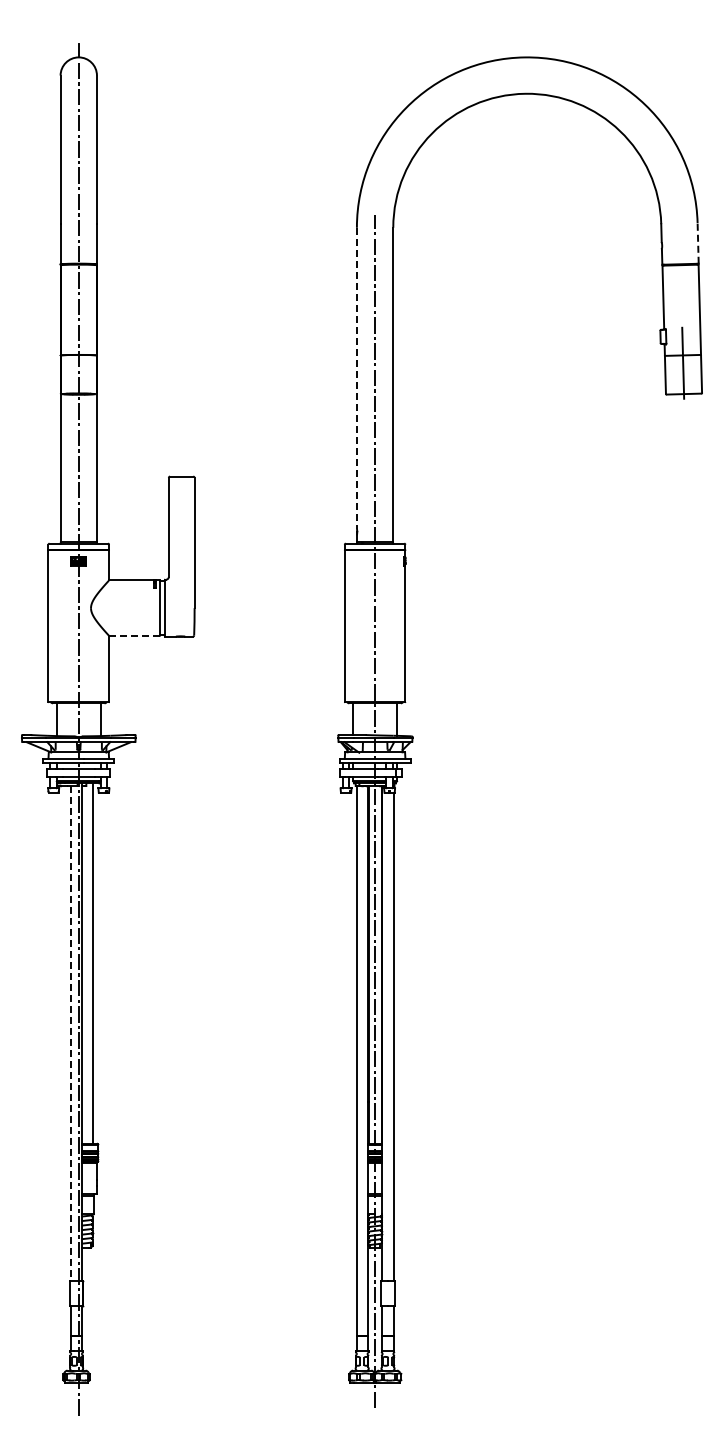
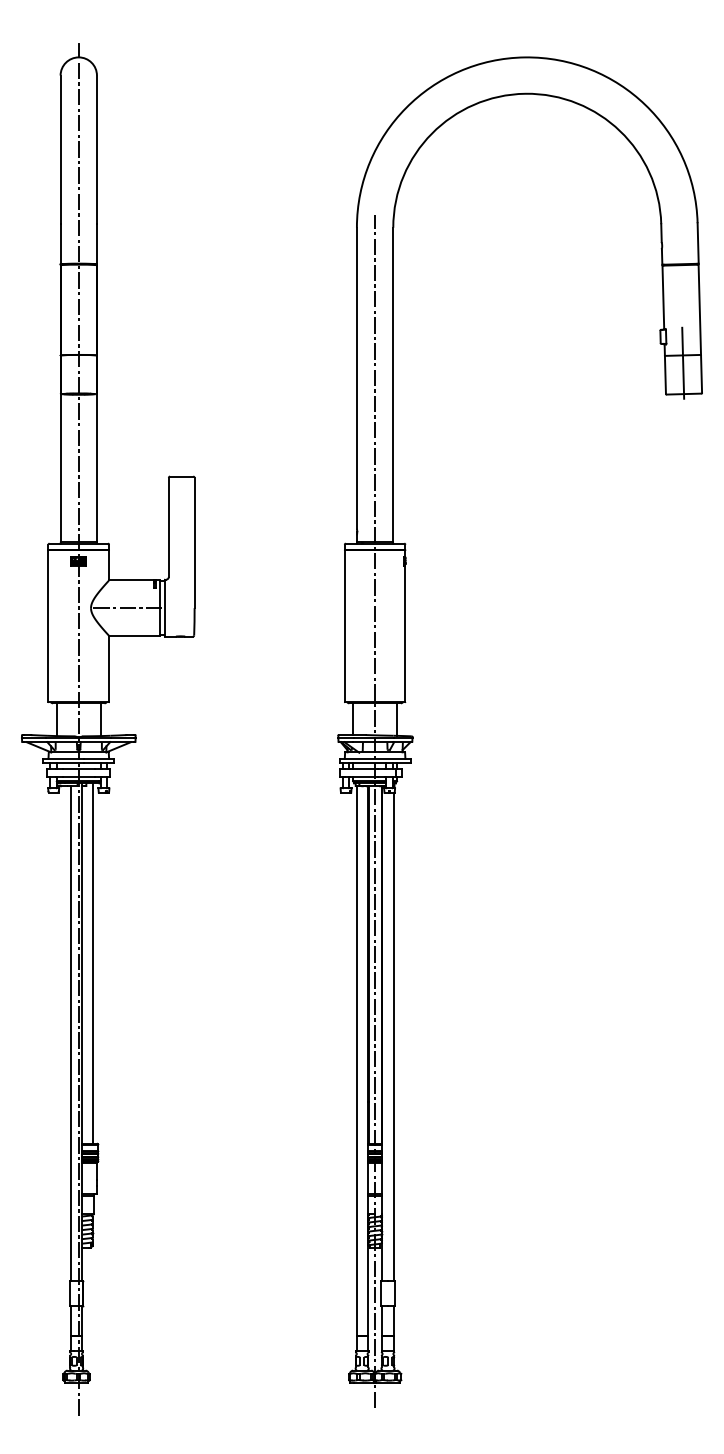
line at (698, 242): dashed -> solid
line at (356, 378): dashed -> solid
line at (127, 608): none -> present
line at (134, 635): dashed -> solid
line at (71, 1033): dashed -> solid
